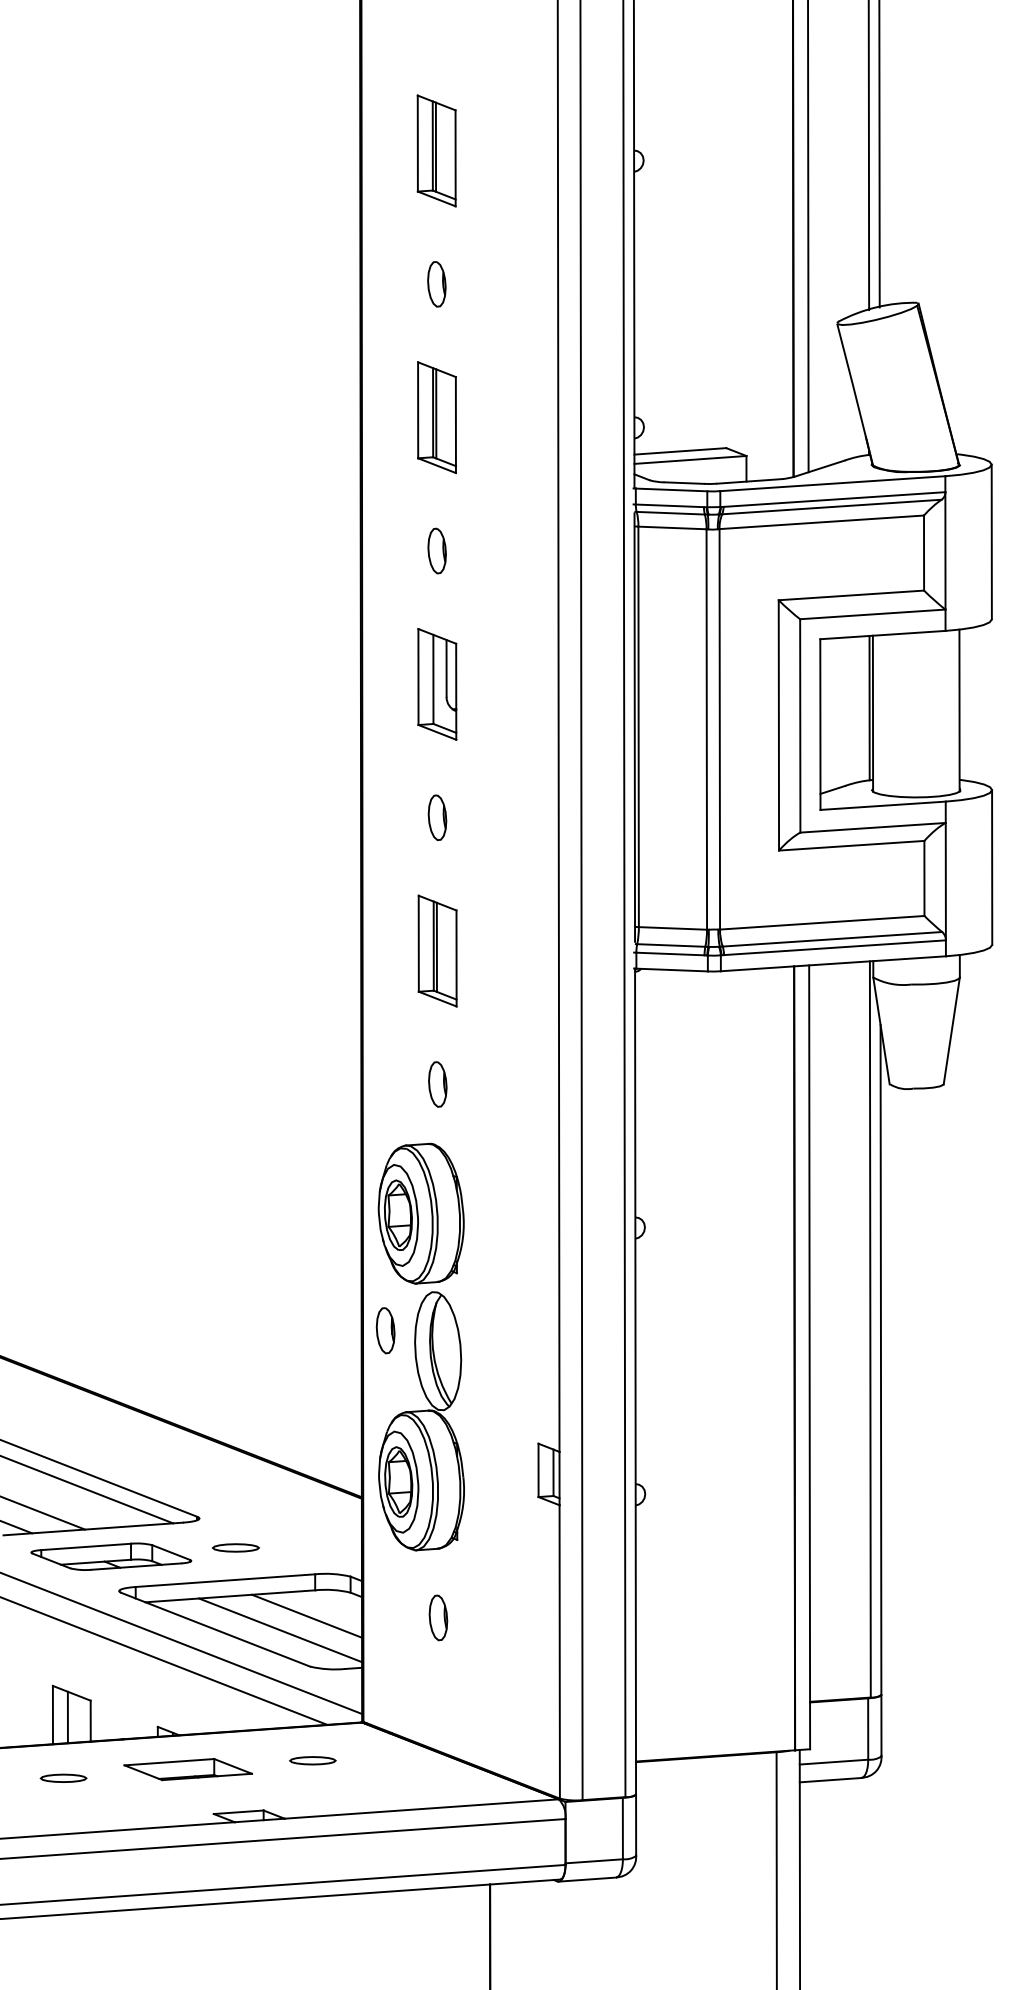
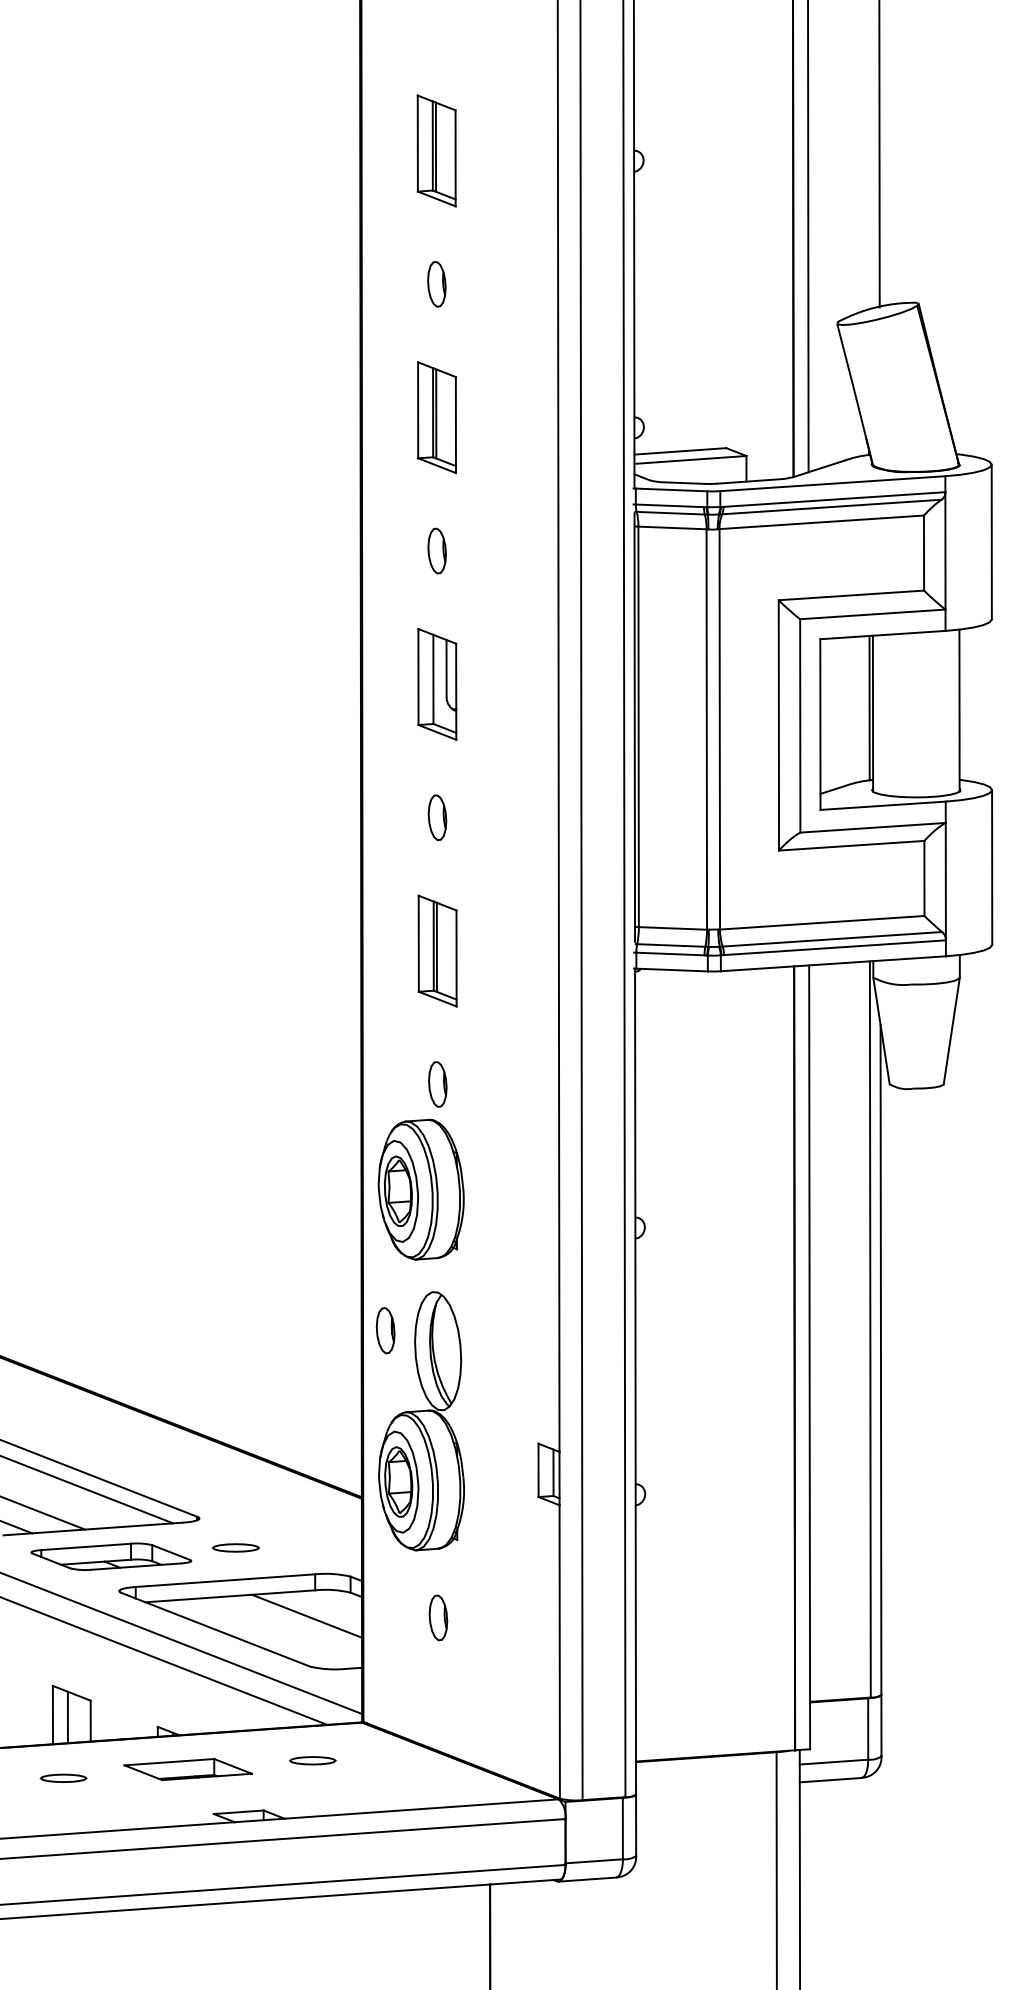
line at (868, 156): present -> none
part at (420, 1213) position: (420, 1213) -> (420, 1189)
line at (280, 1630): present -> none
